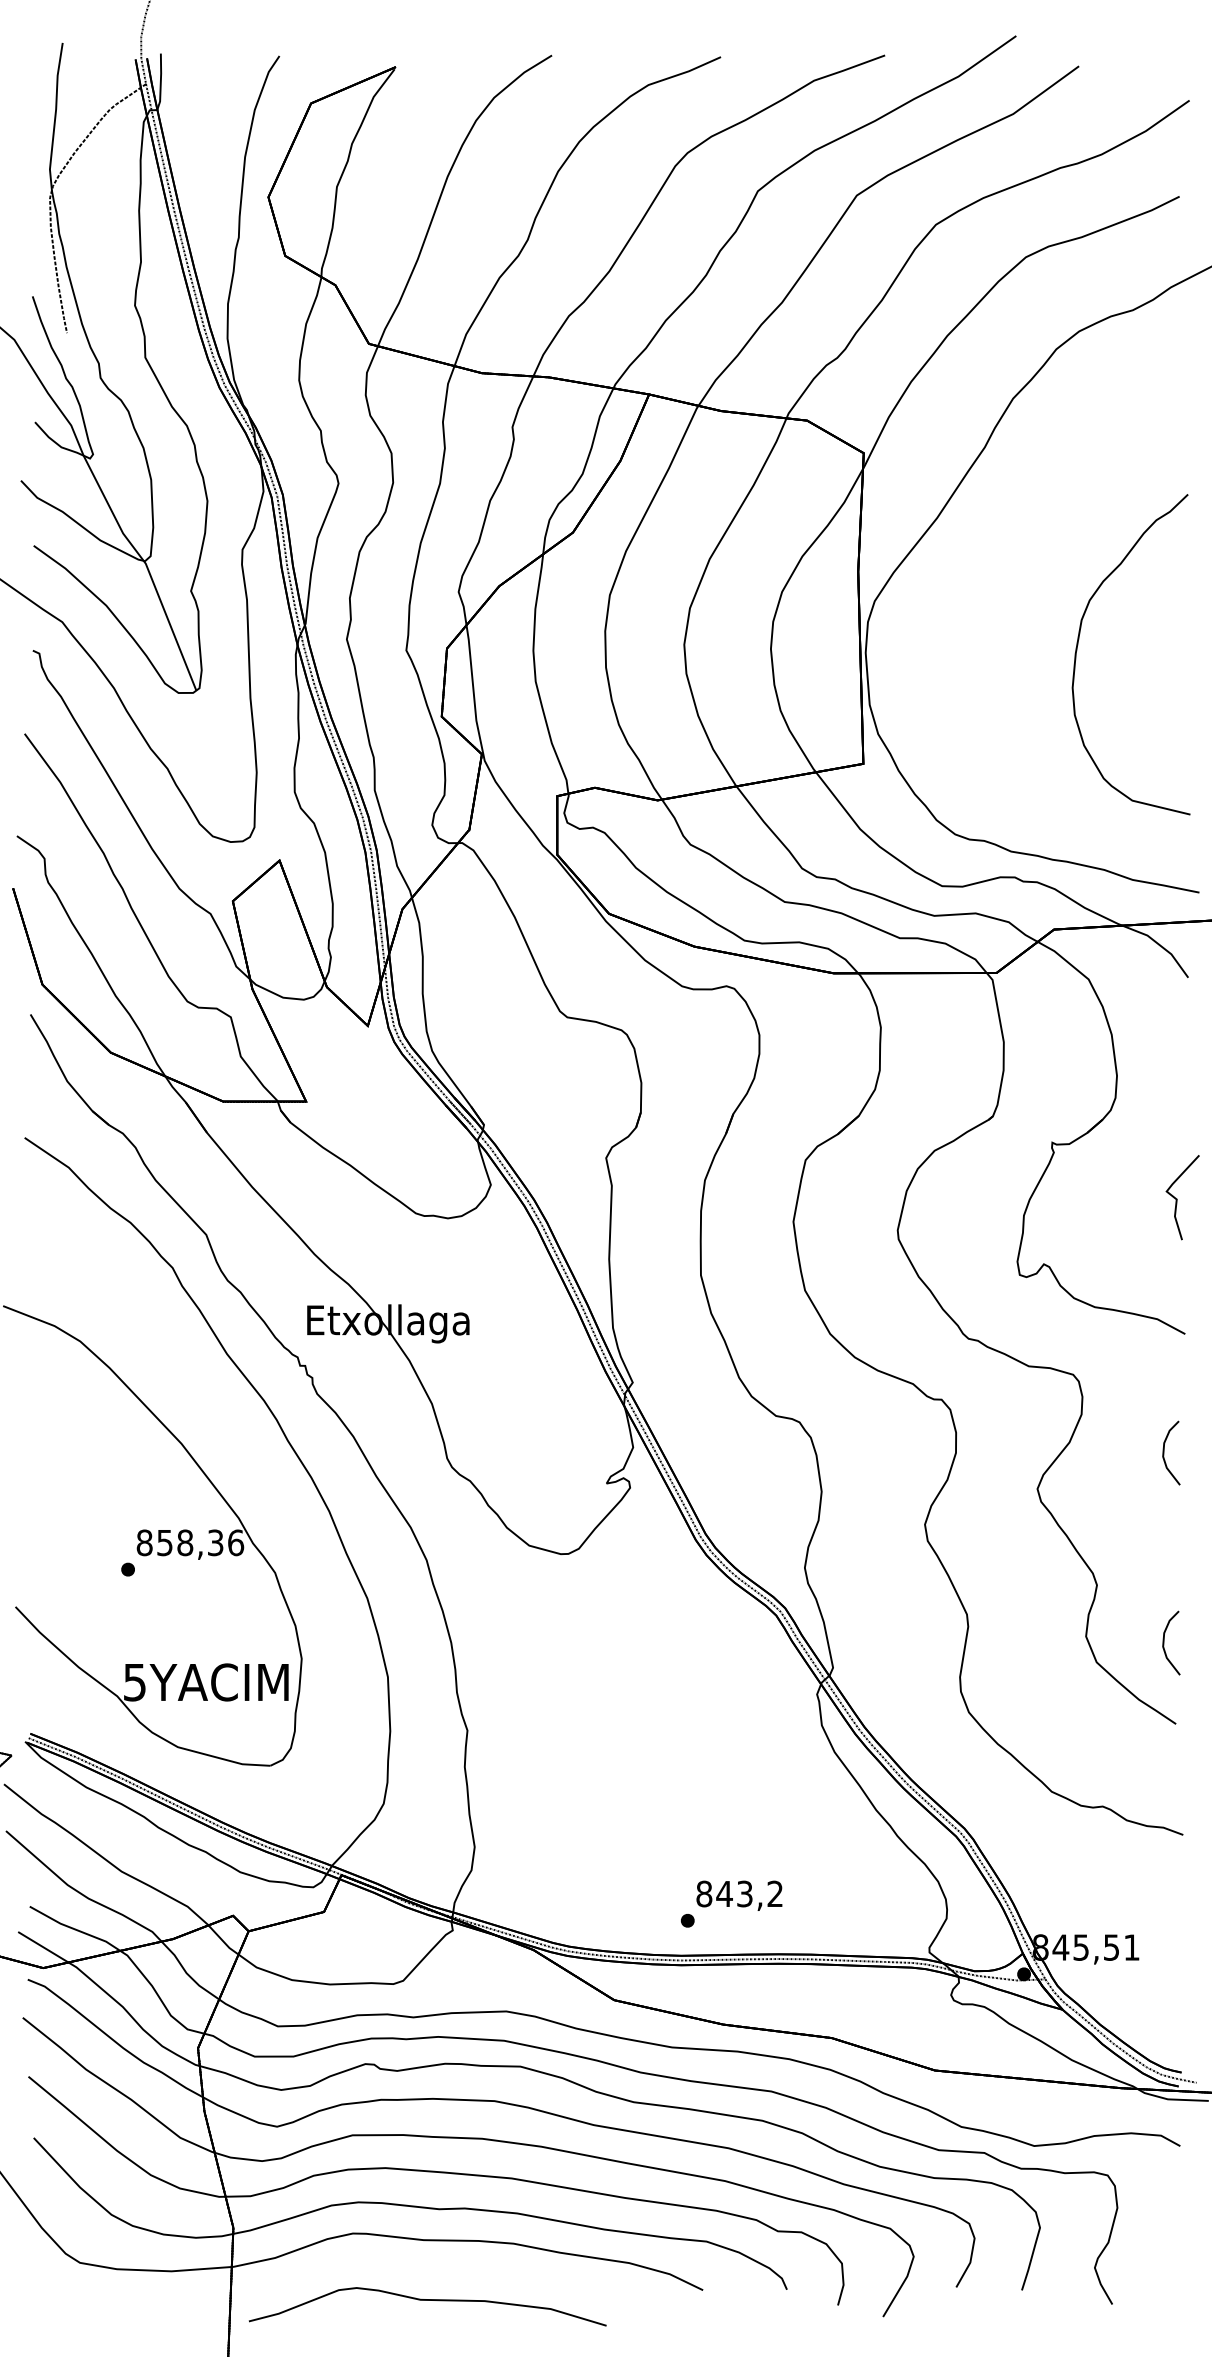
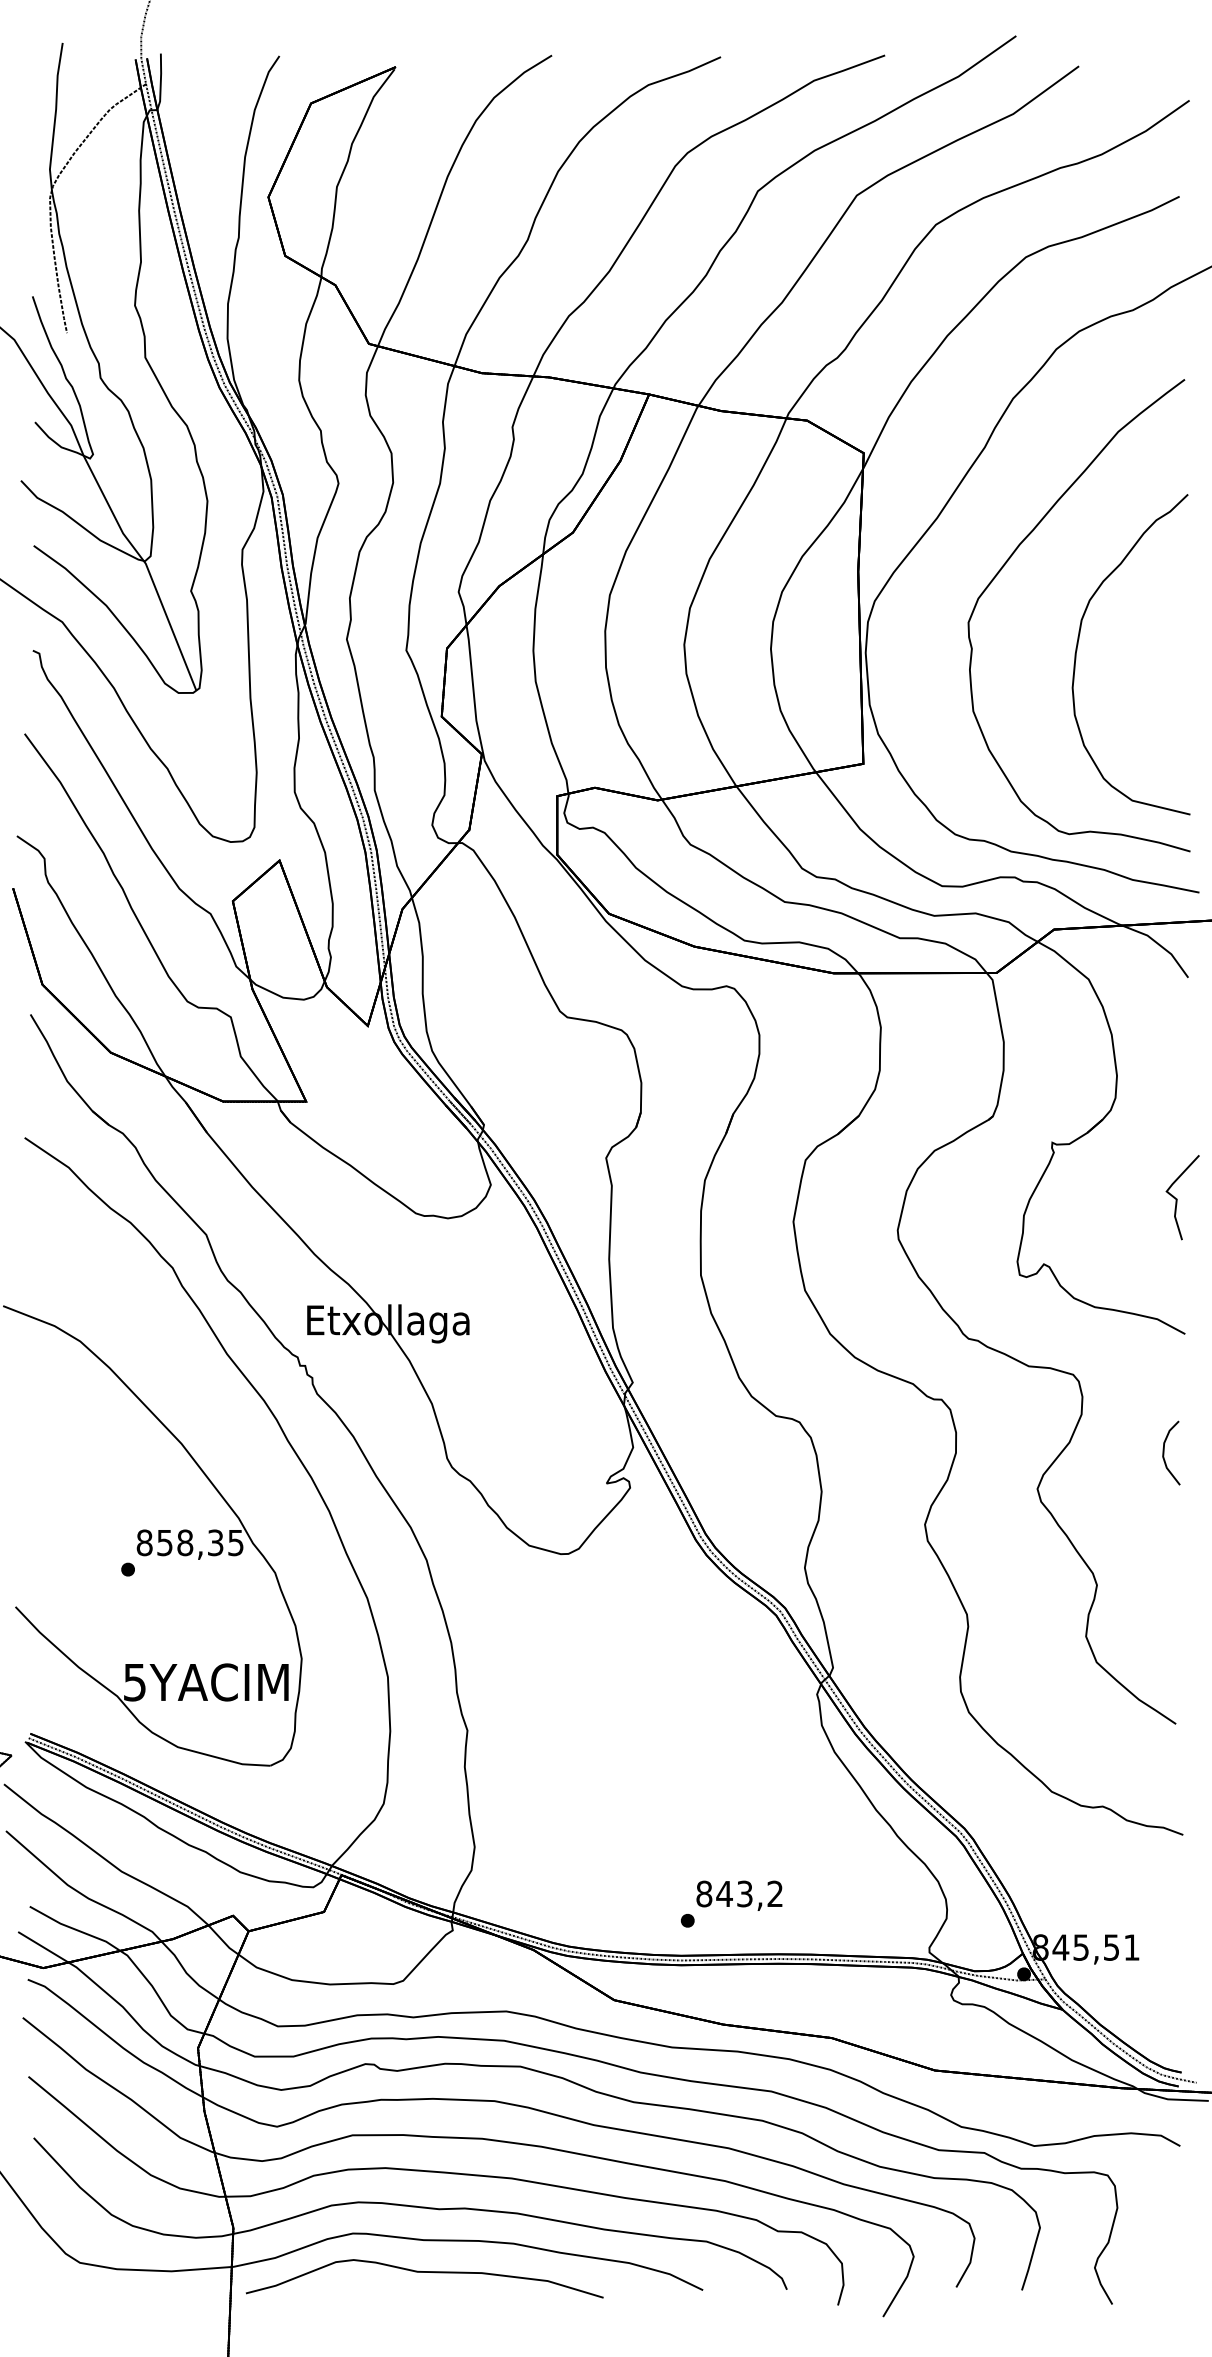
part at (1008, 561): none -> present
text at (236, 1542): 858,36 -> 858,35
curve at (1164, 1642): present -> none
part at (427, 2306) position: (427, 2306) -> (424, 2278)
